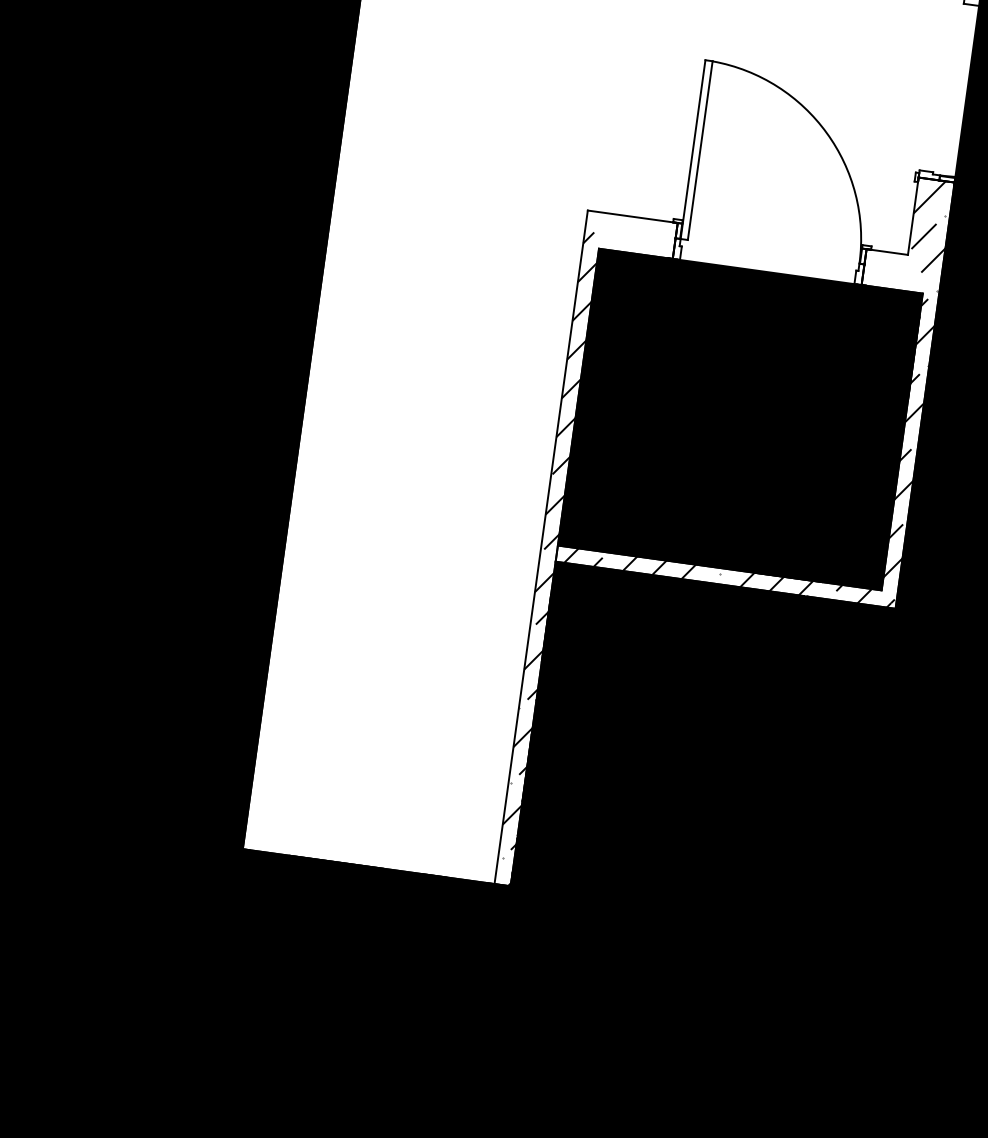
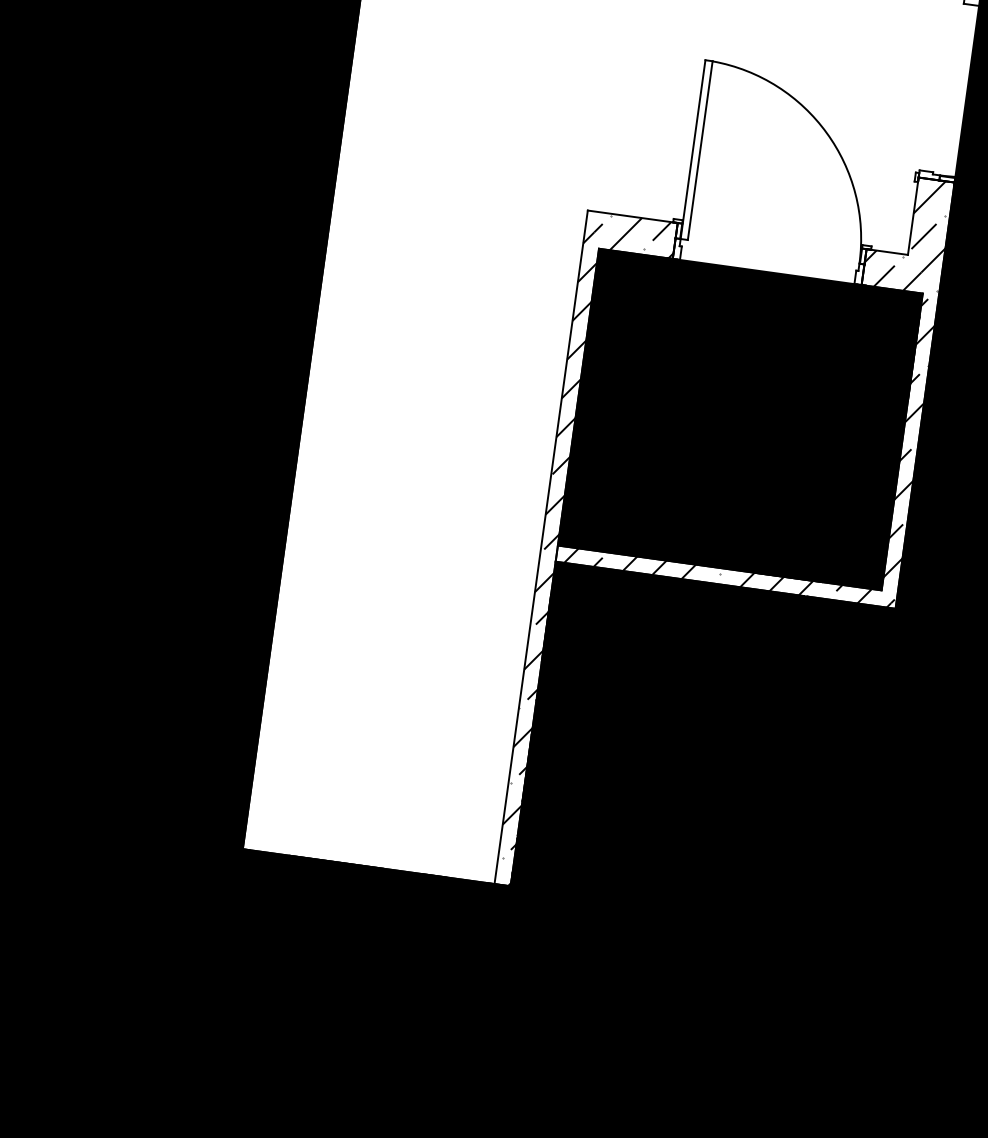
hatch at (633, 236): none -> present
hatch at (892, 270): none -> present
